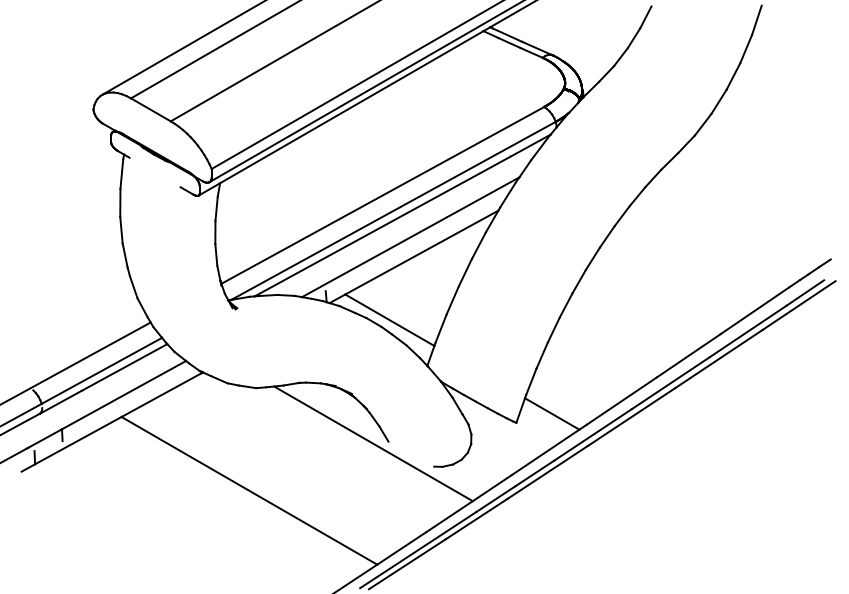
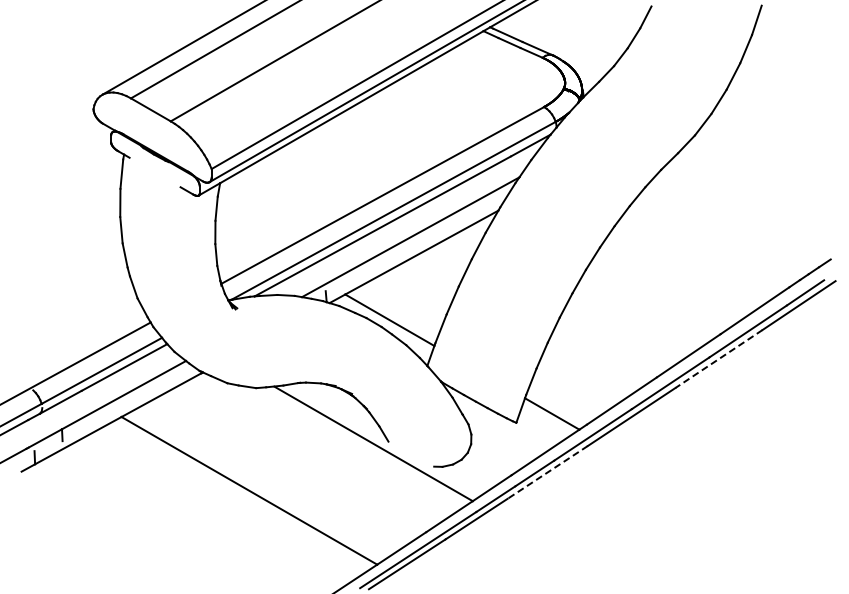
line at (718, 359): solid -> dashed
line at (547, 472): solid -> dashed
